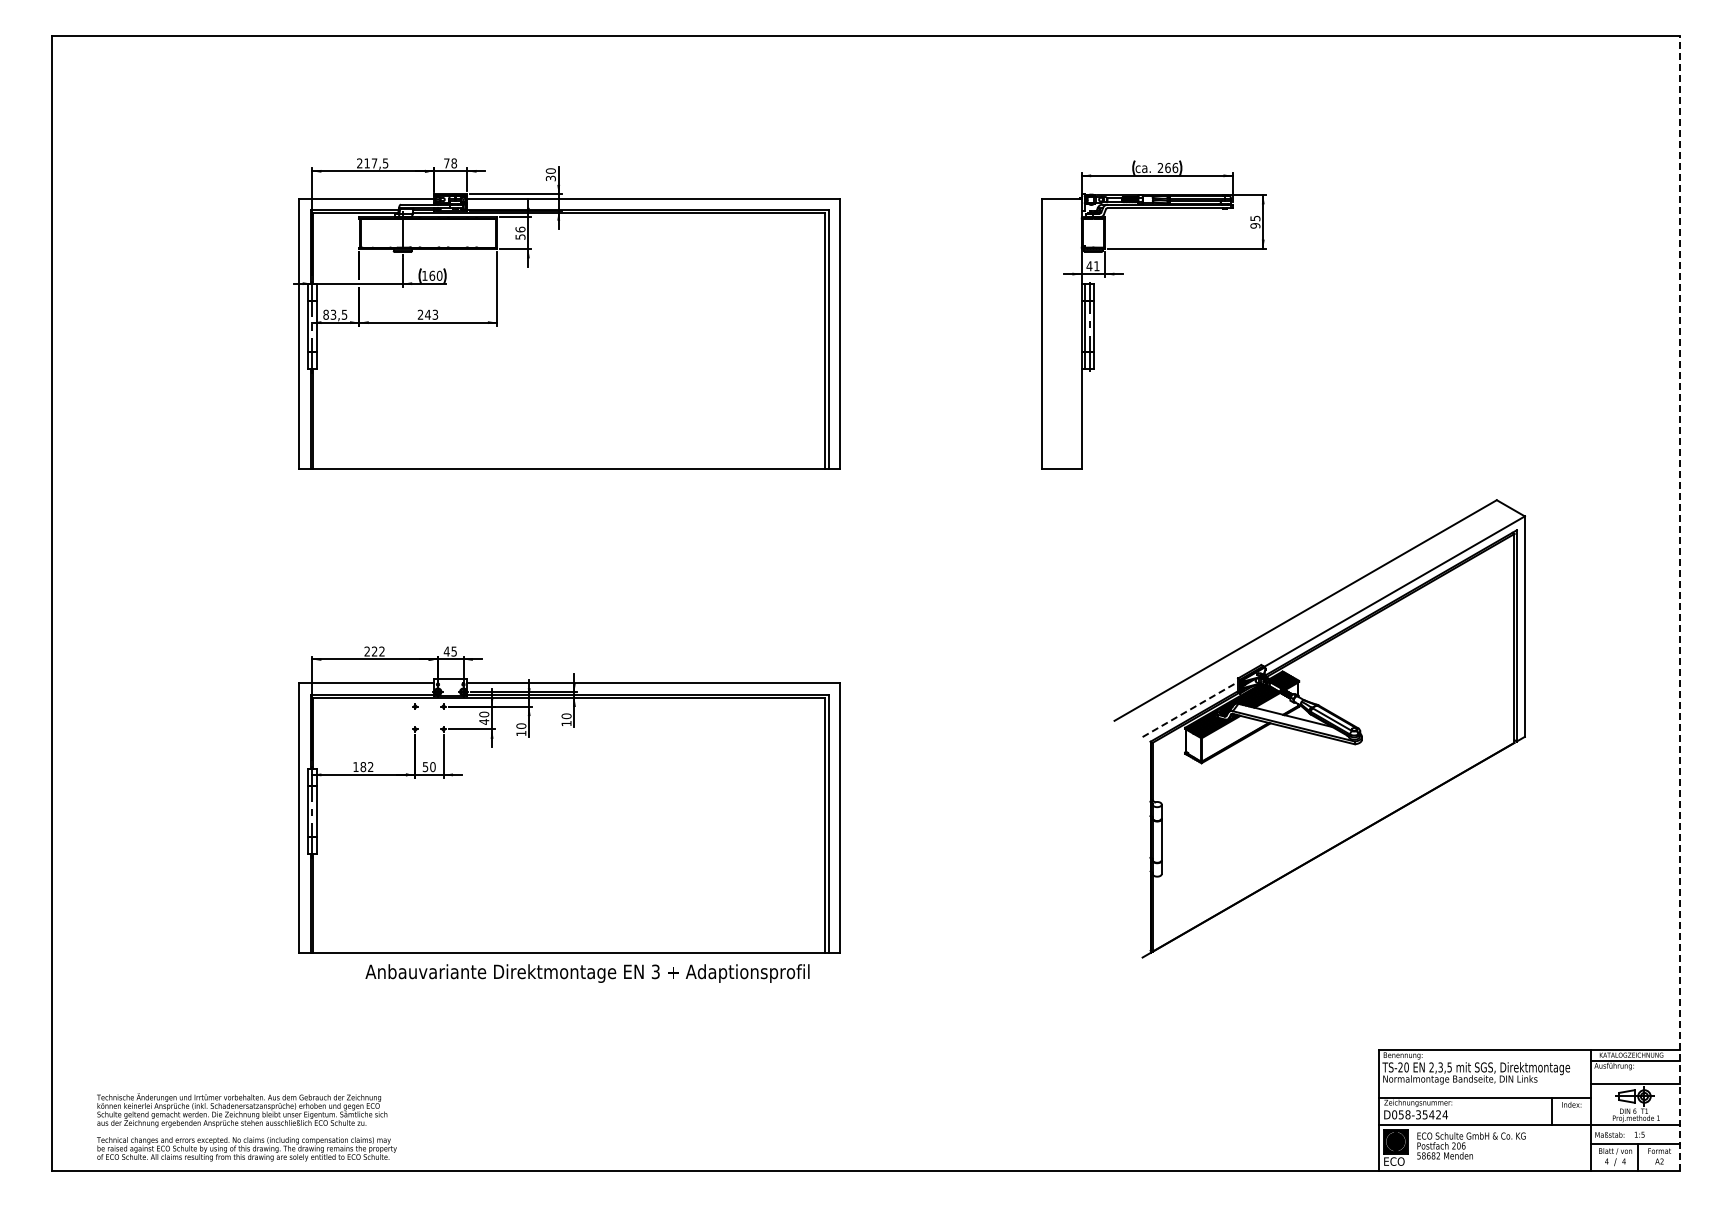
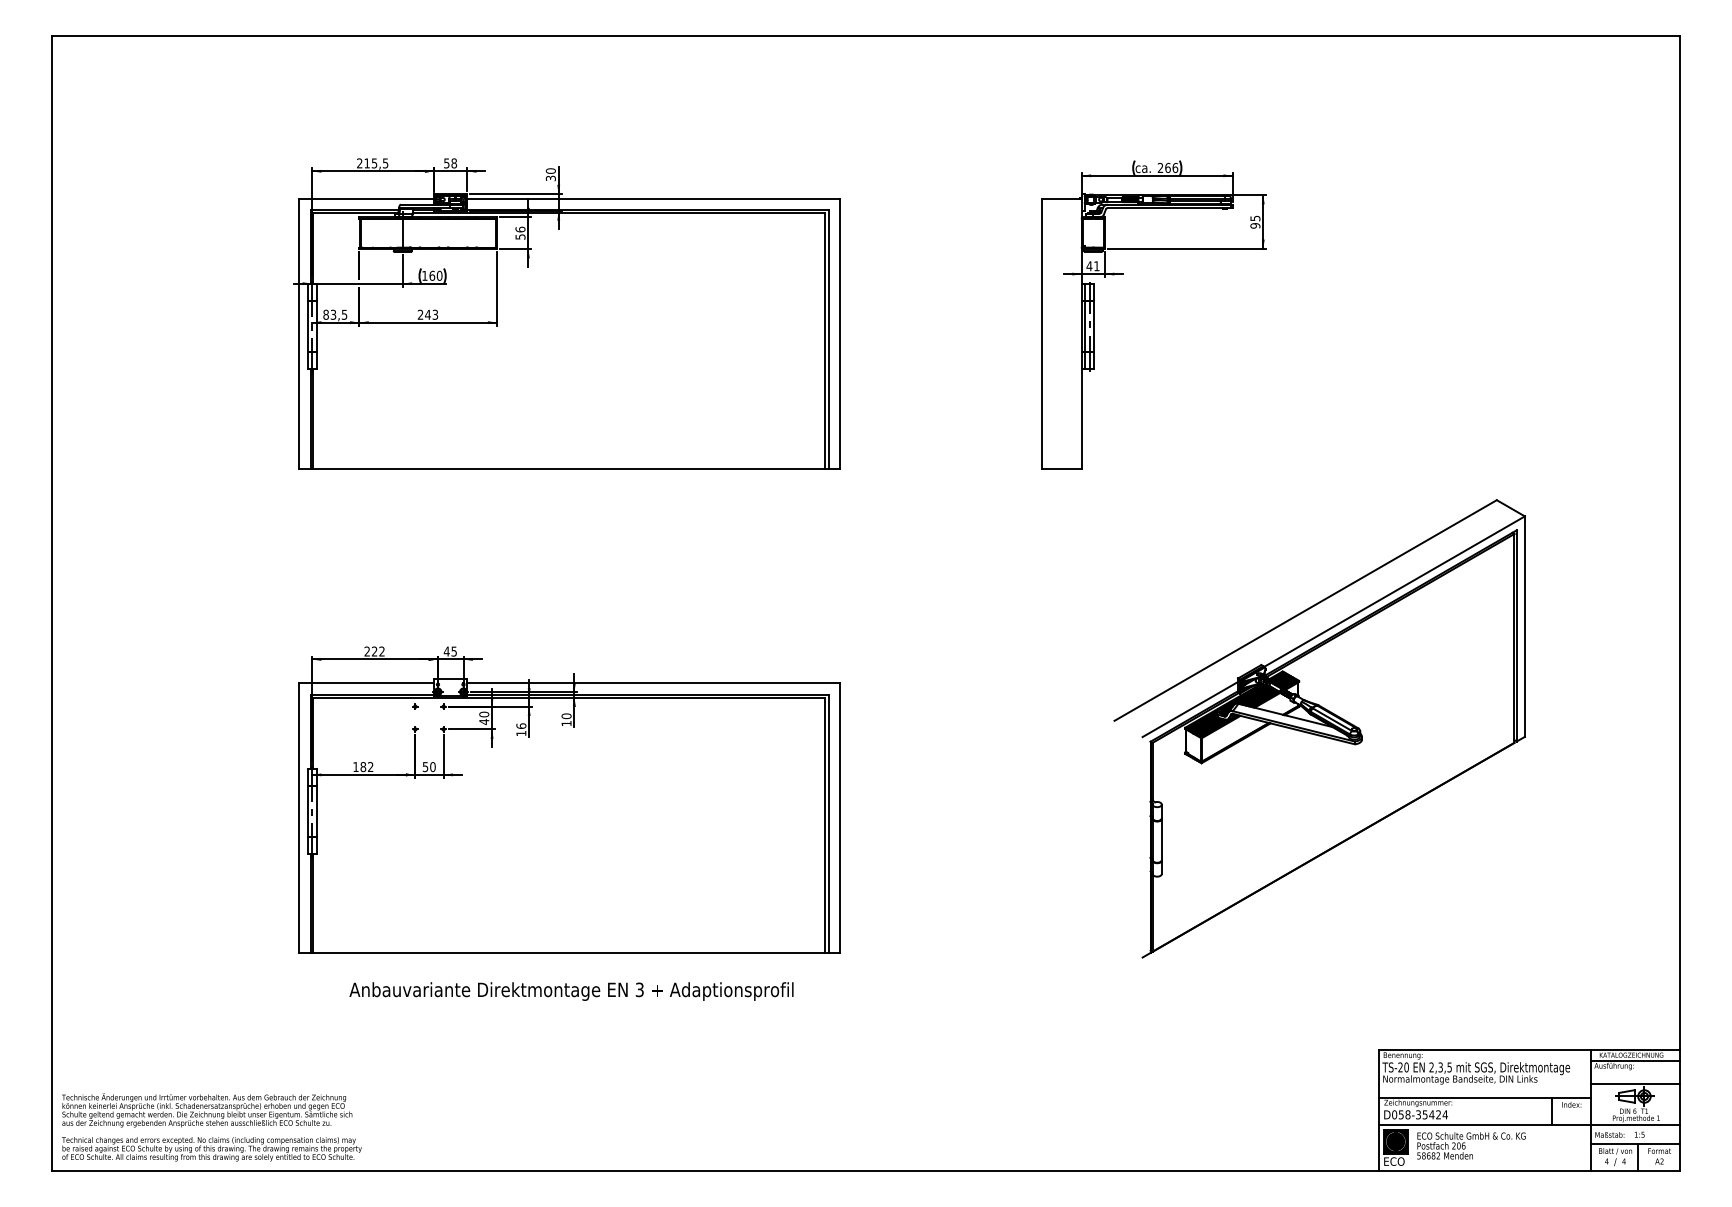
text at (374, 163): 217,5 -> 215,5
text at (446, 163): 78 -> 58
line at (1680, 603): dashed -> solid
line at (1190, 709): dashed -> solid
text at (520, 725): 10 -> 16
text at (587, 973) position: (587, 973) -> (571, 991)
text at (246, 1127) position: (246, 1127) -> (211, 1127)
